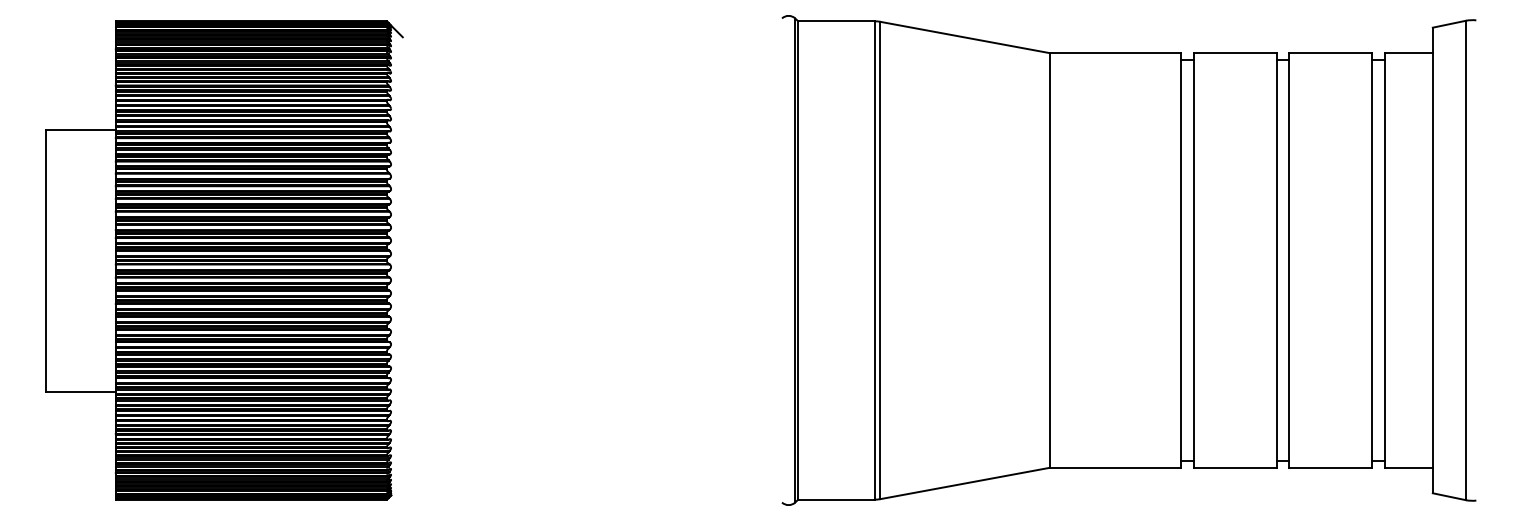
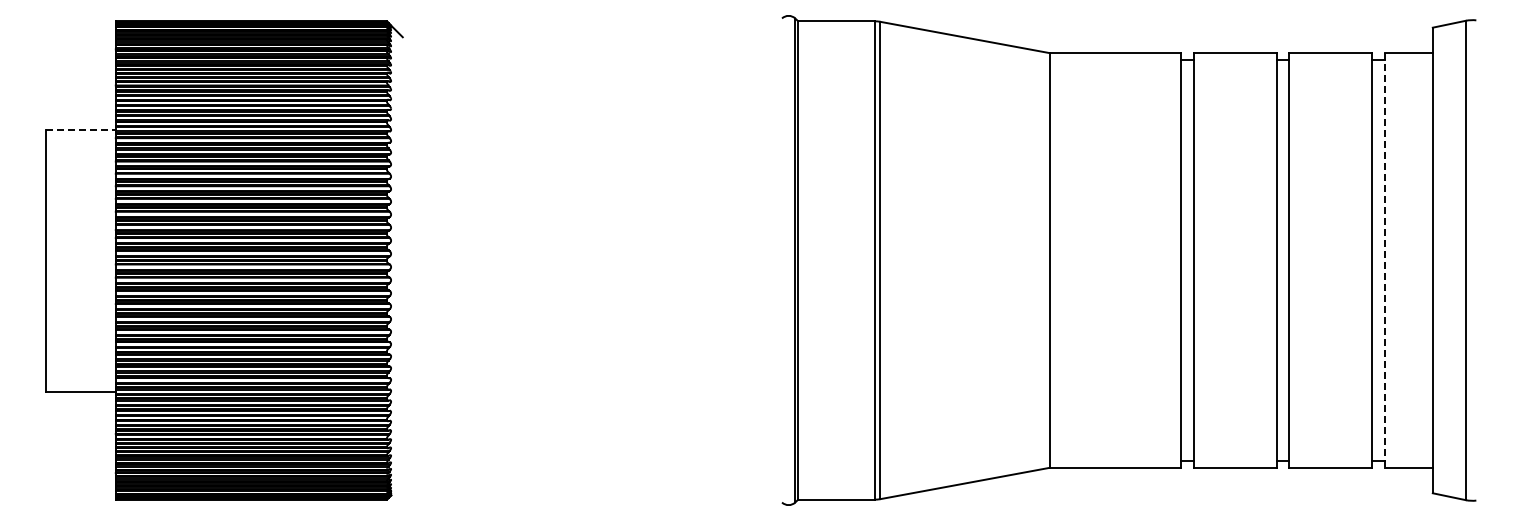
line at (81, 130): solid -> dashed
line at (1384, 260): solid -> dashed
